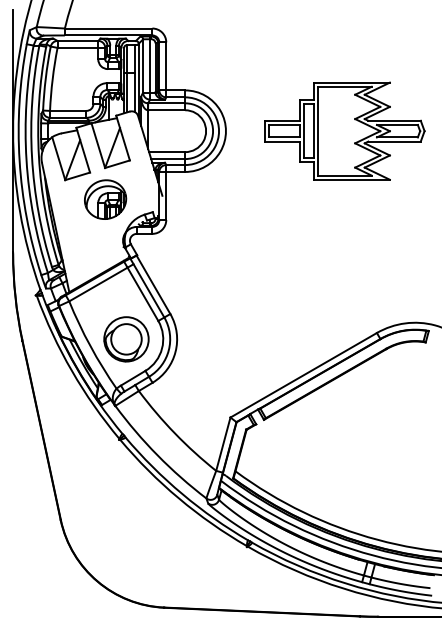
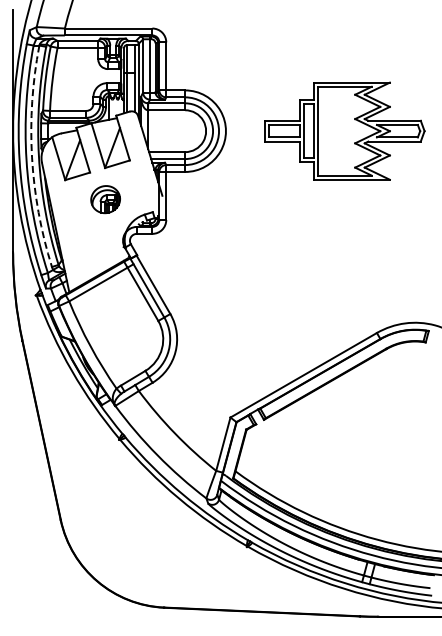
arc at (32, 157): solid -> dashed
part at (105, 199) size: 44x41 px -> 31x30 px
part at (126, 339): present -> none
